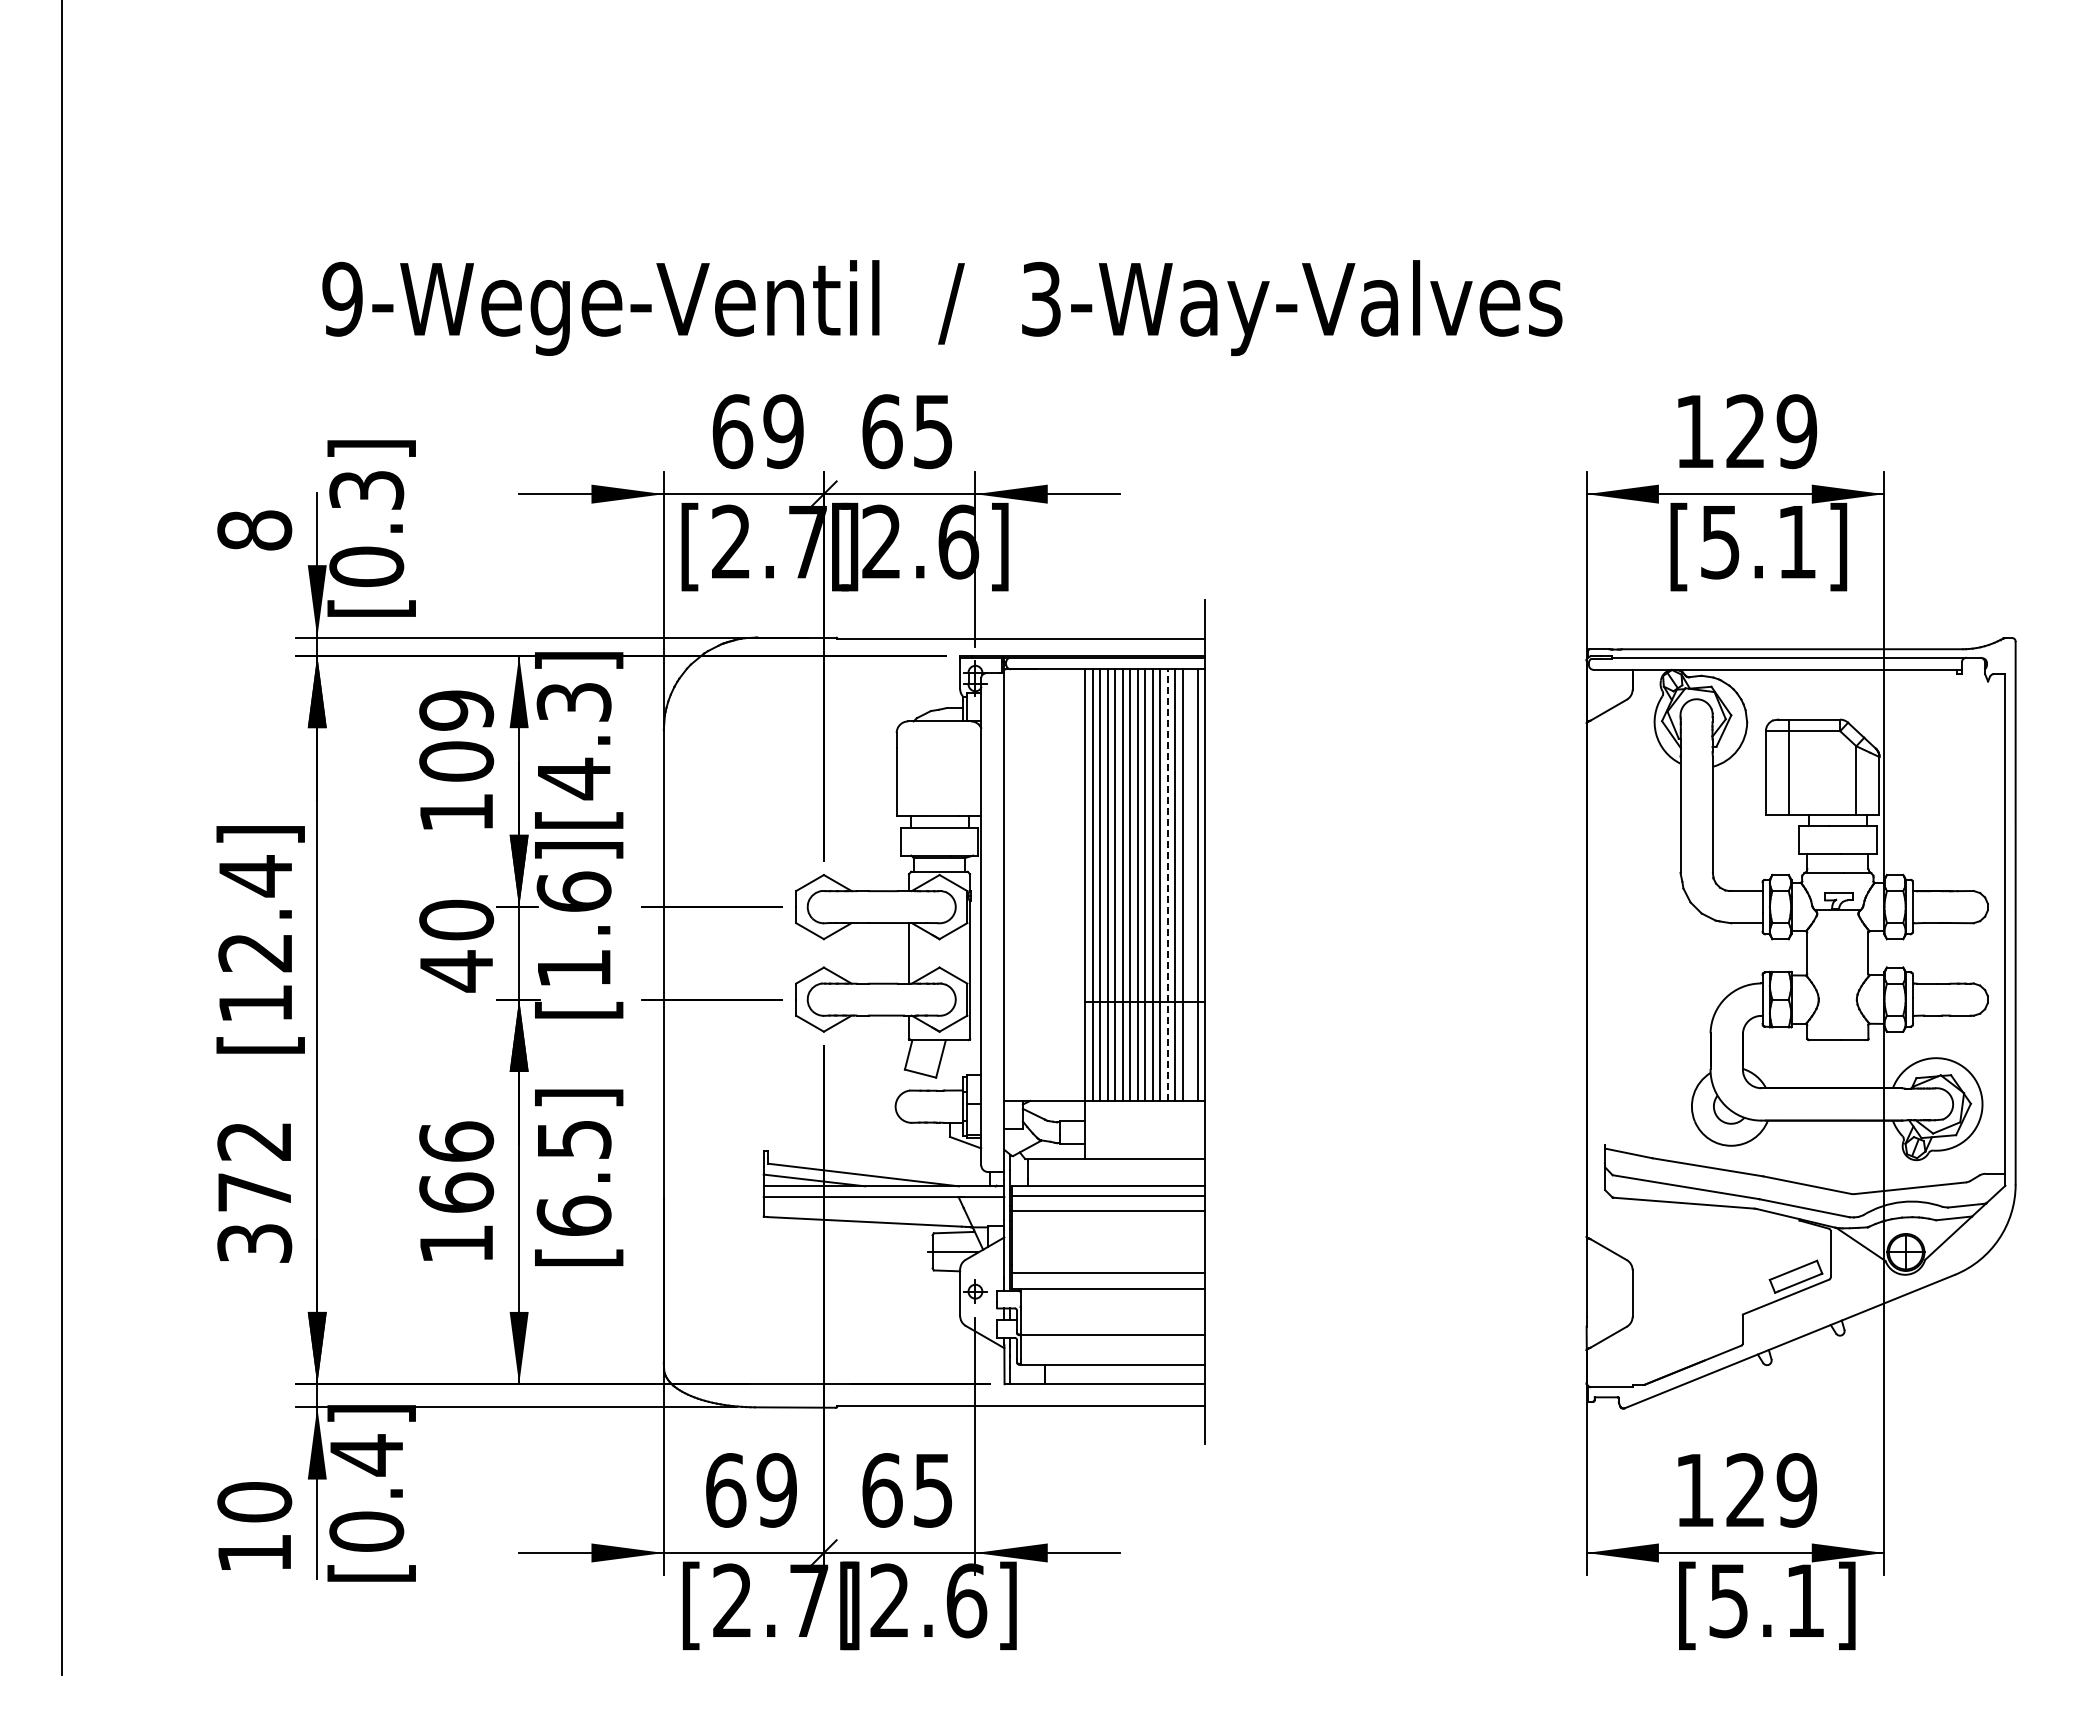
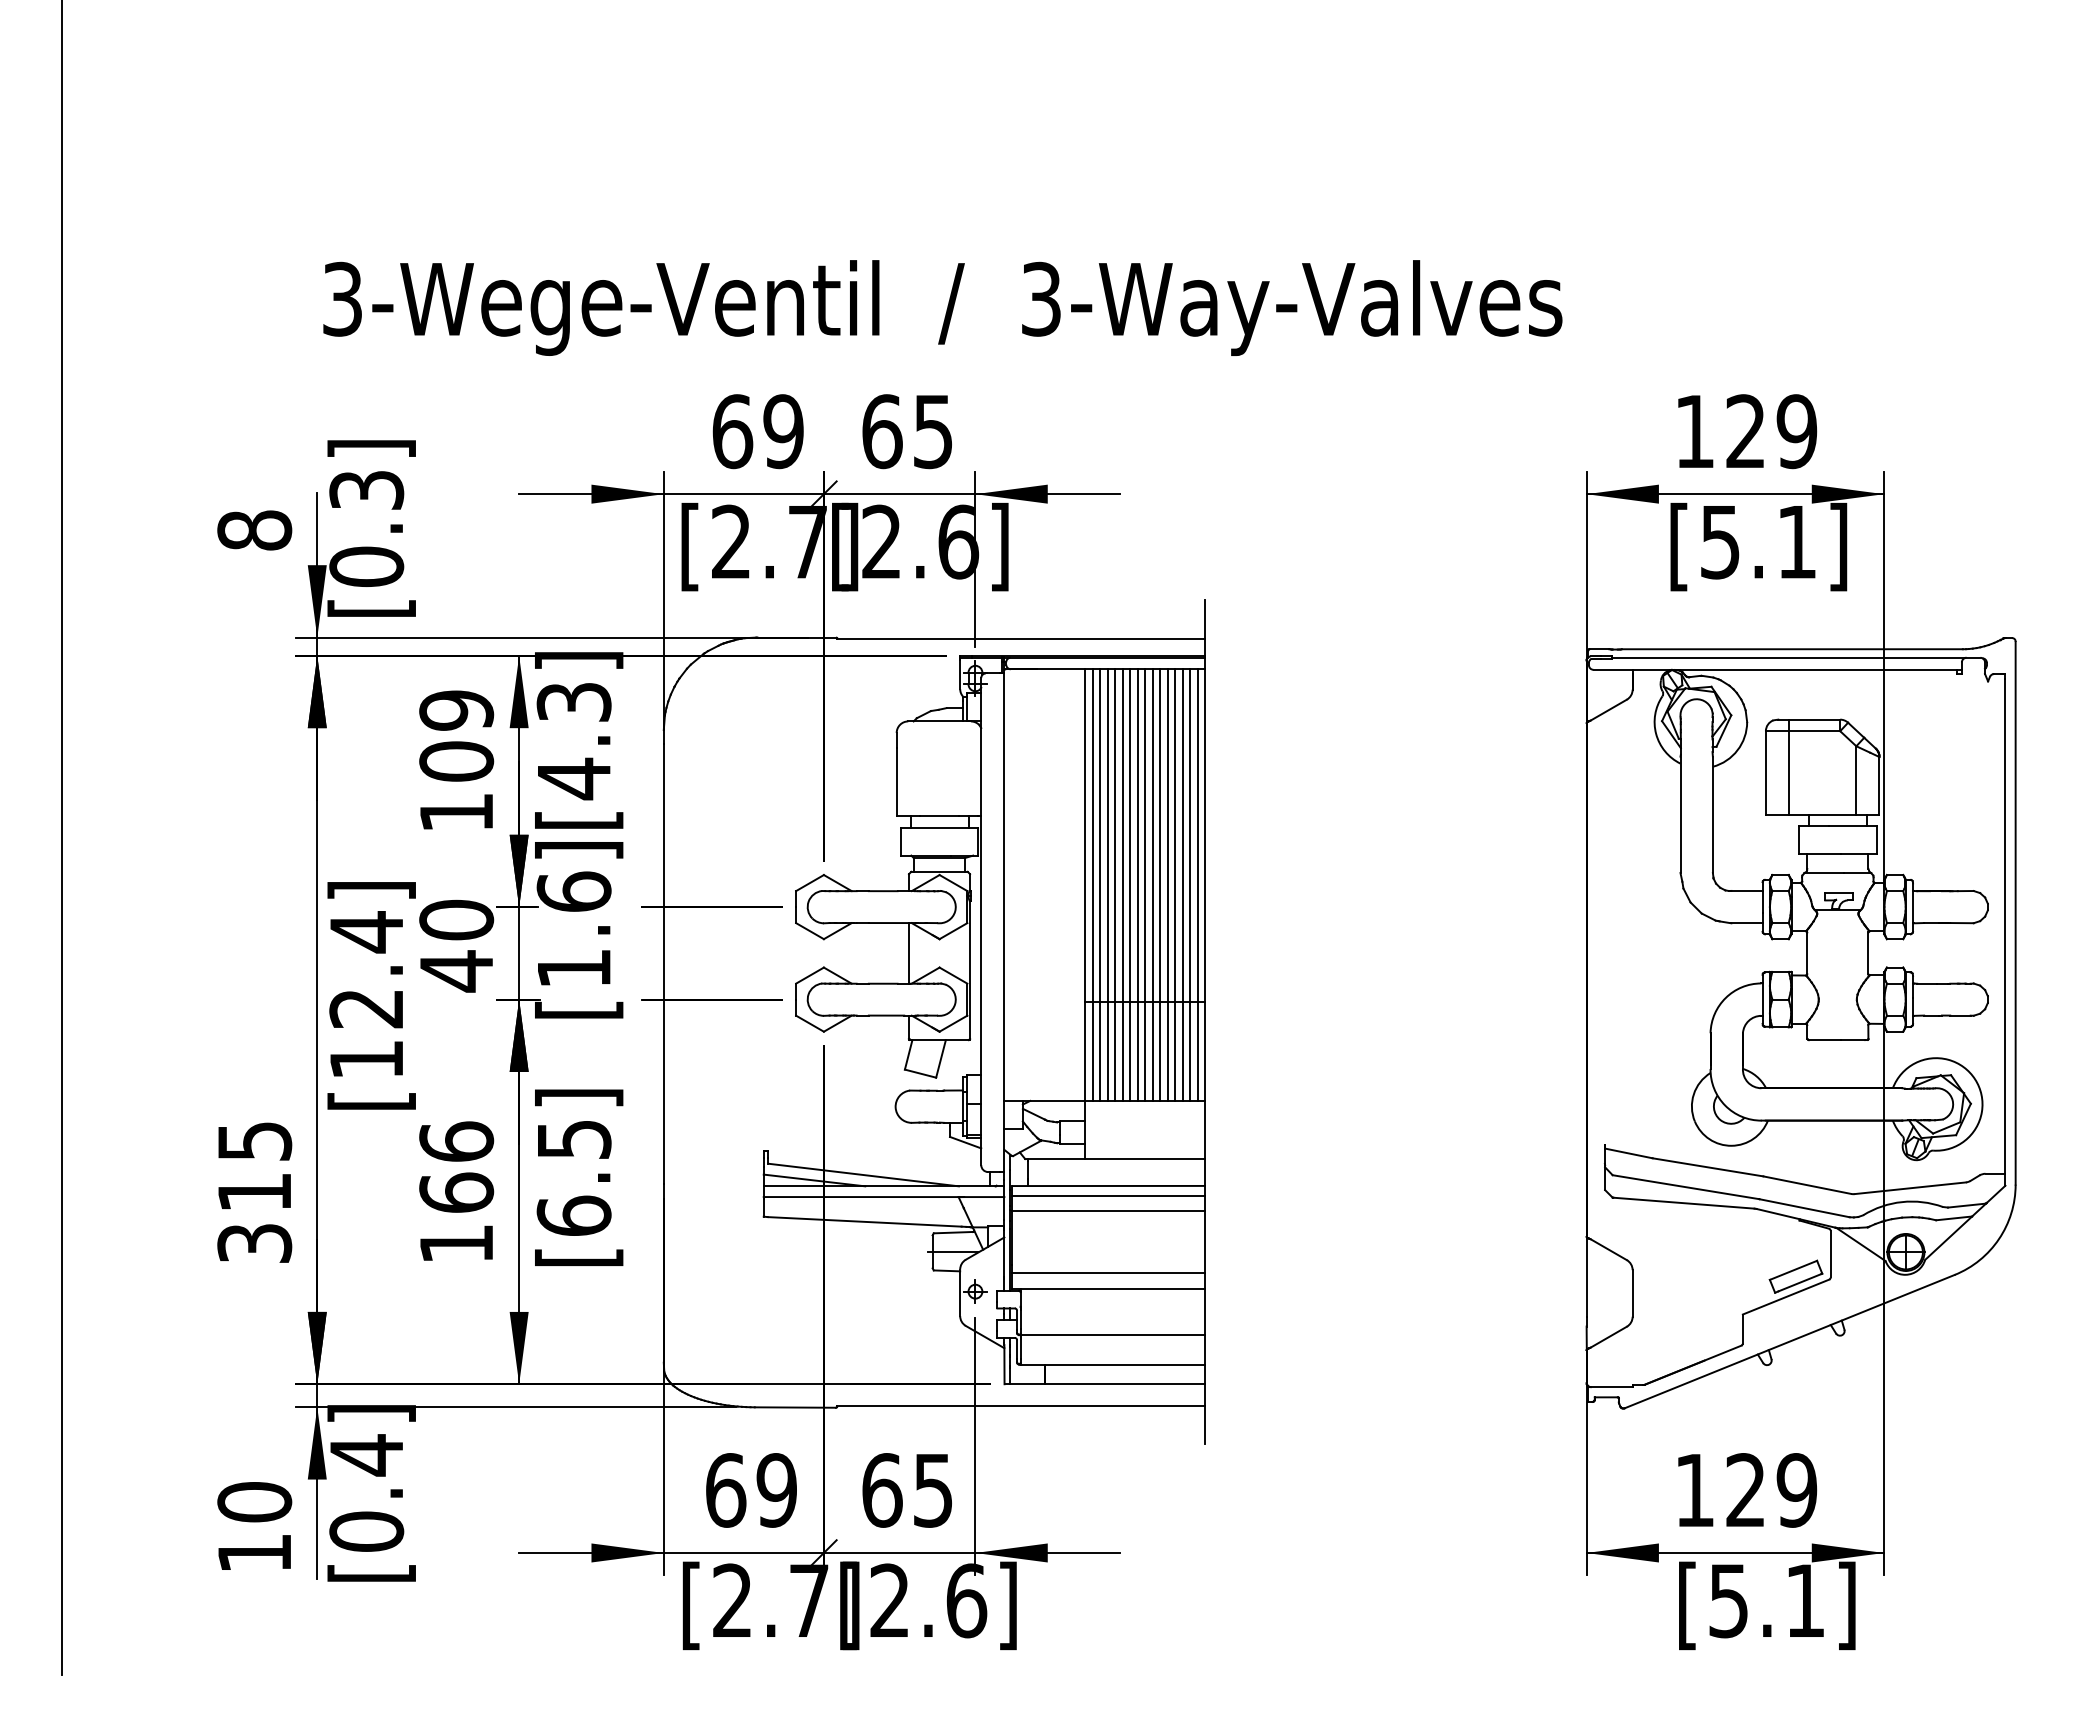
text at (342, 299): 9-Wege-Ventil -> 3-Wege-Ventil
line at (1190, 884): none -> present
line at (1167, 885): dashed -> solid
text at (260, 939) position: (260, 939) -> (371, 995)
text at (254, 1166): 372 -> 315
